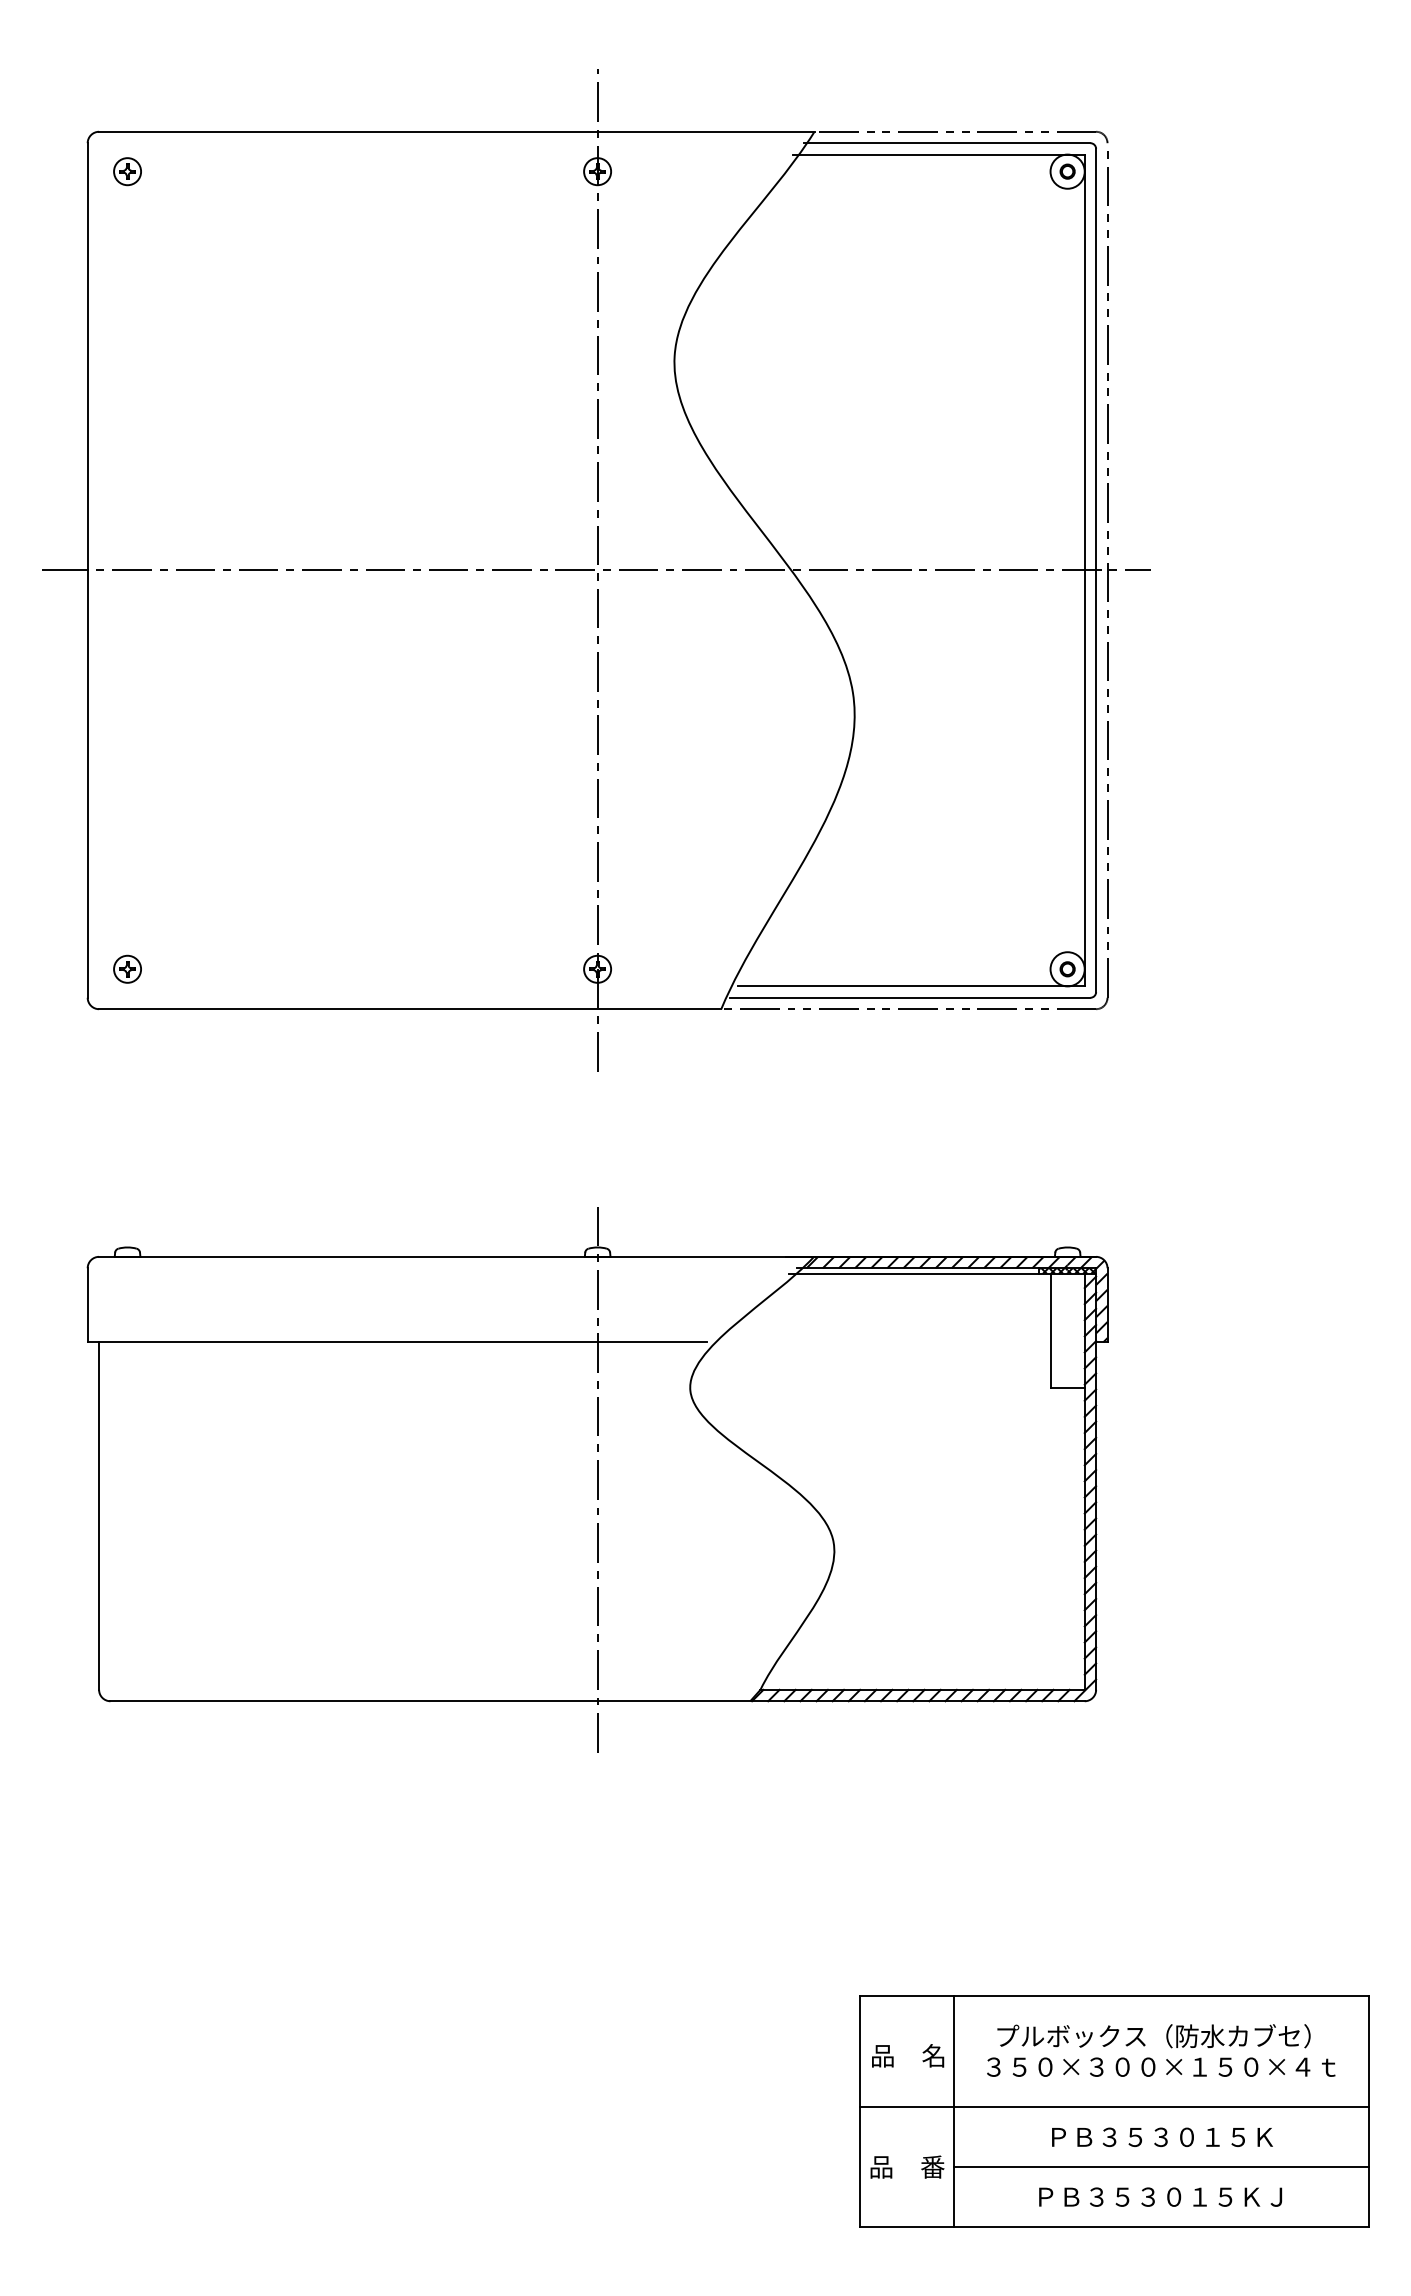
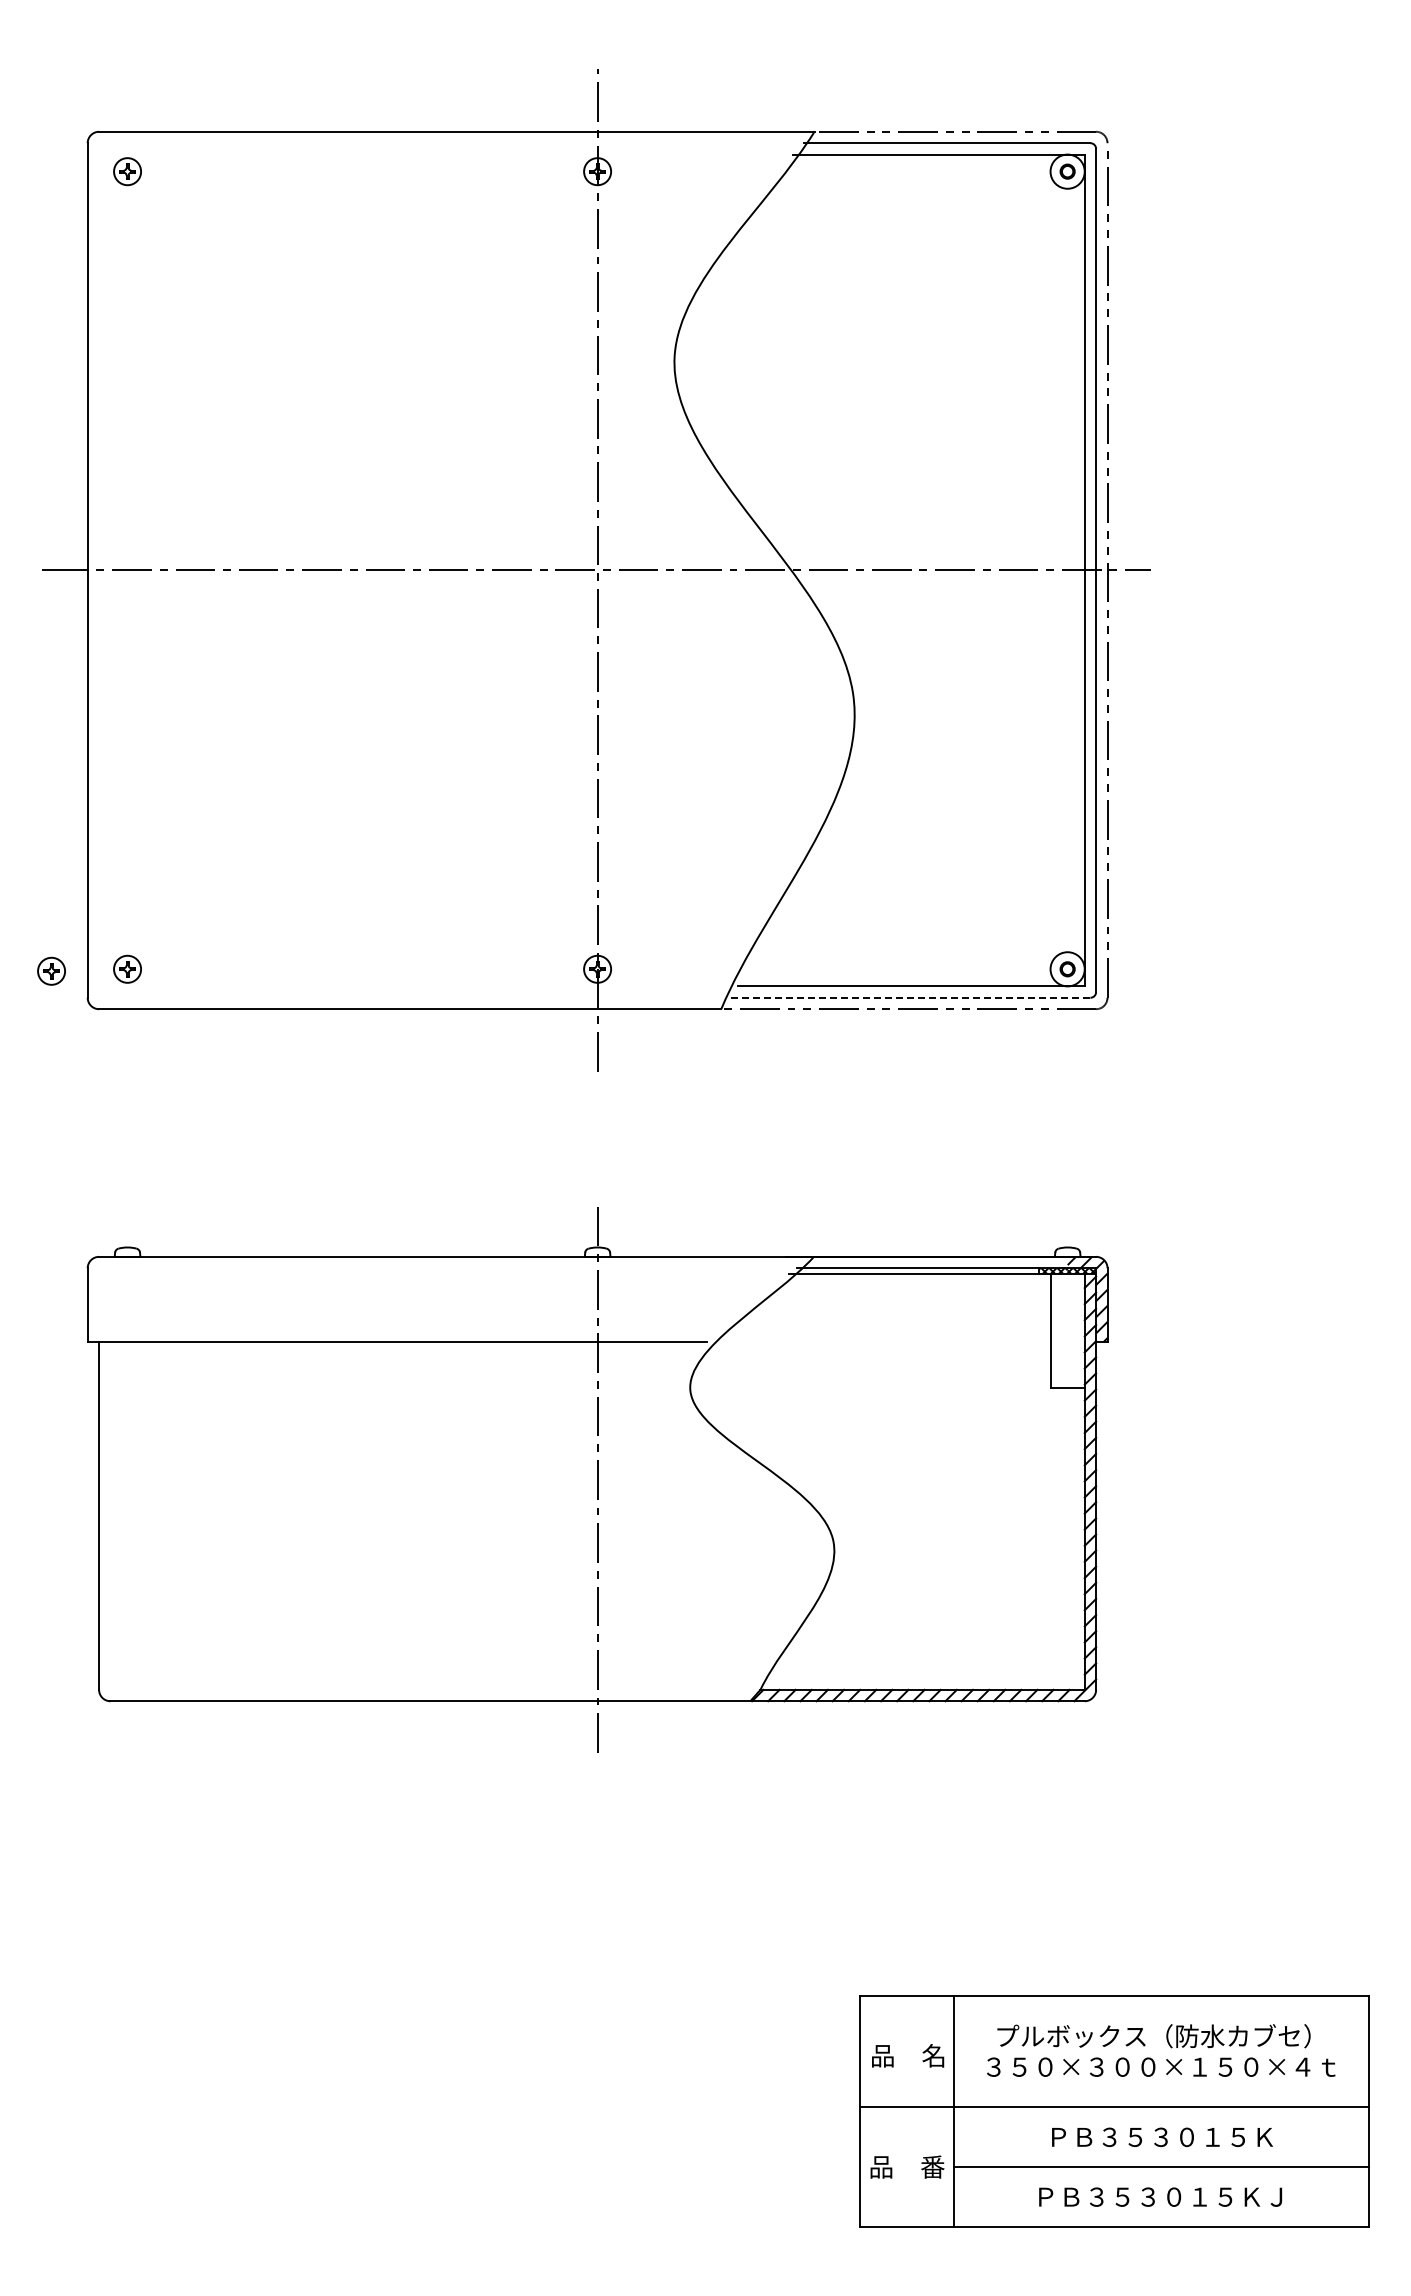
part at (51, 970): none -> present
line at (909, 997): solid -> dashed
hatch at (936, 1262): present -> none
